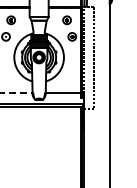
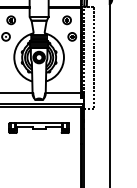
line at (16, 92): dashed -> solid
part at (38, 127): none -> present
